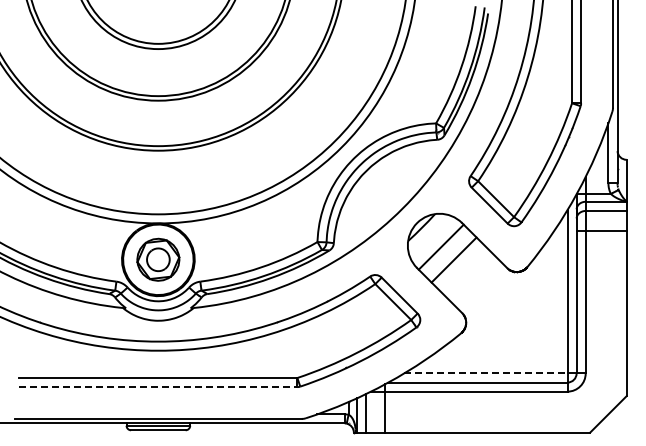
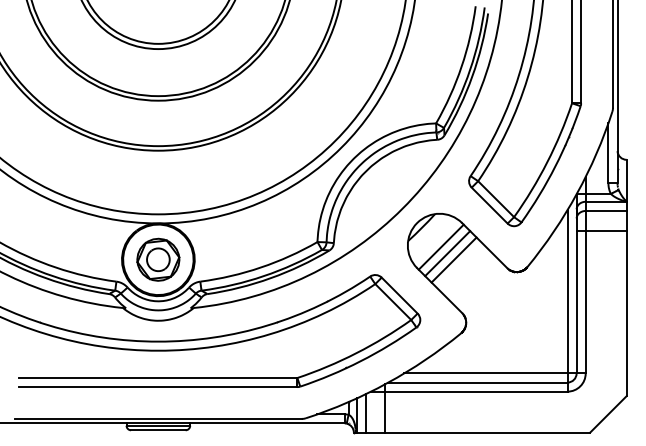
line at (447, 253): none -> present
line at (485, 373): dashed -> solid
line at (158, 387): dashed -> solid
